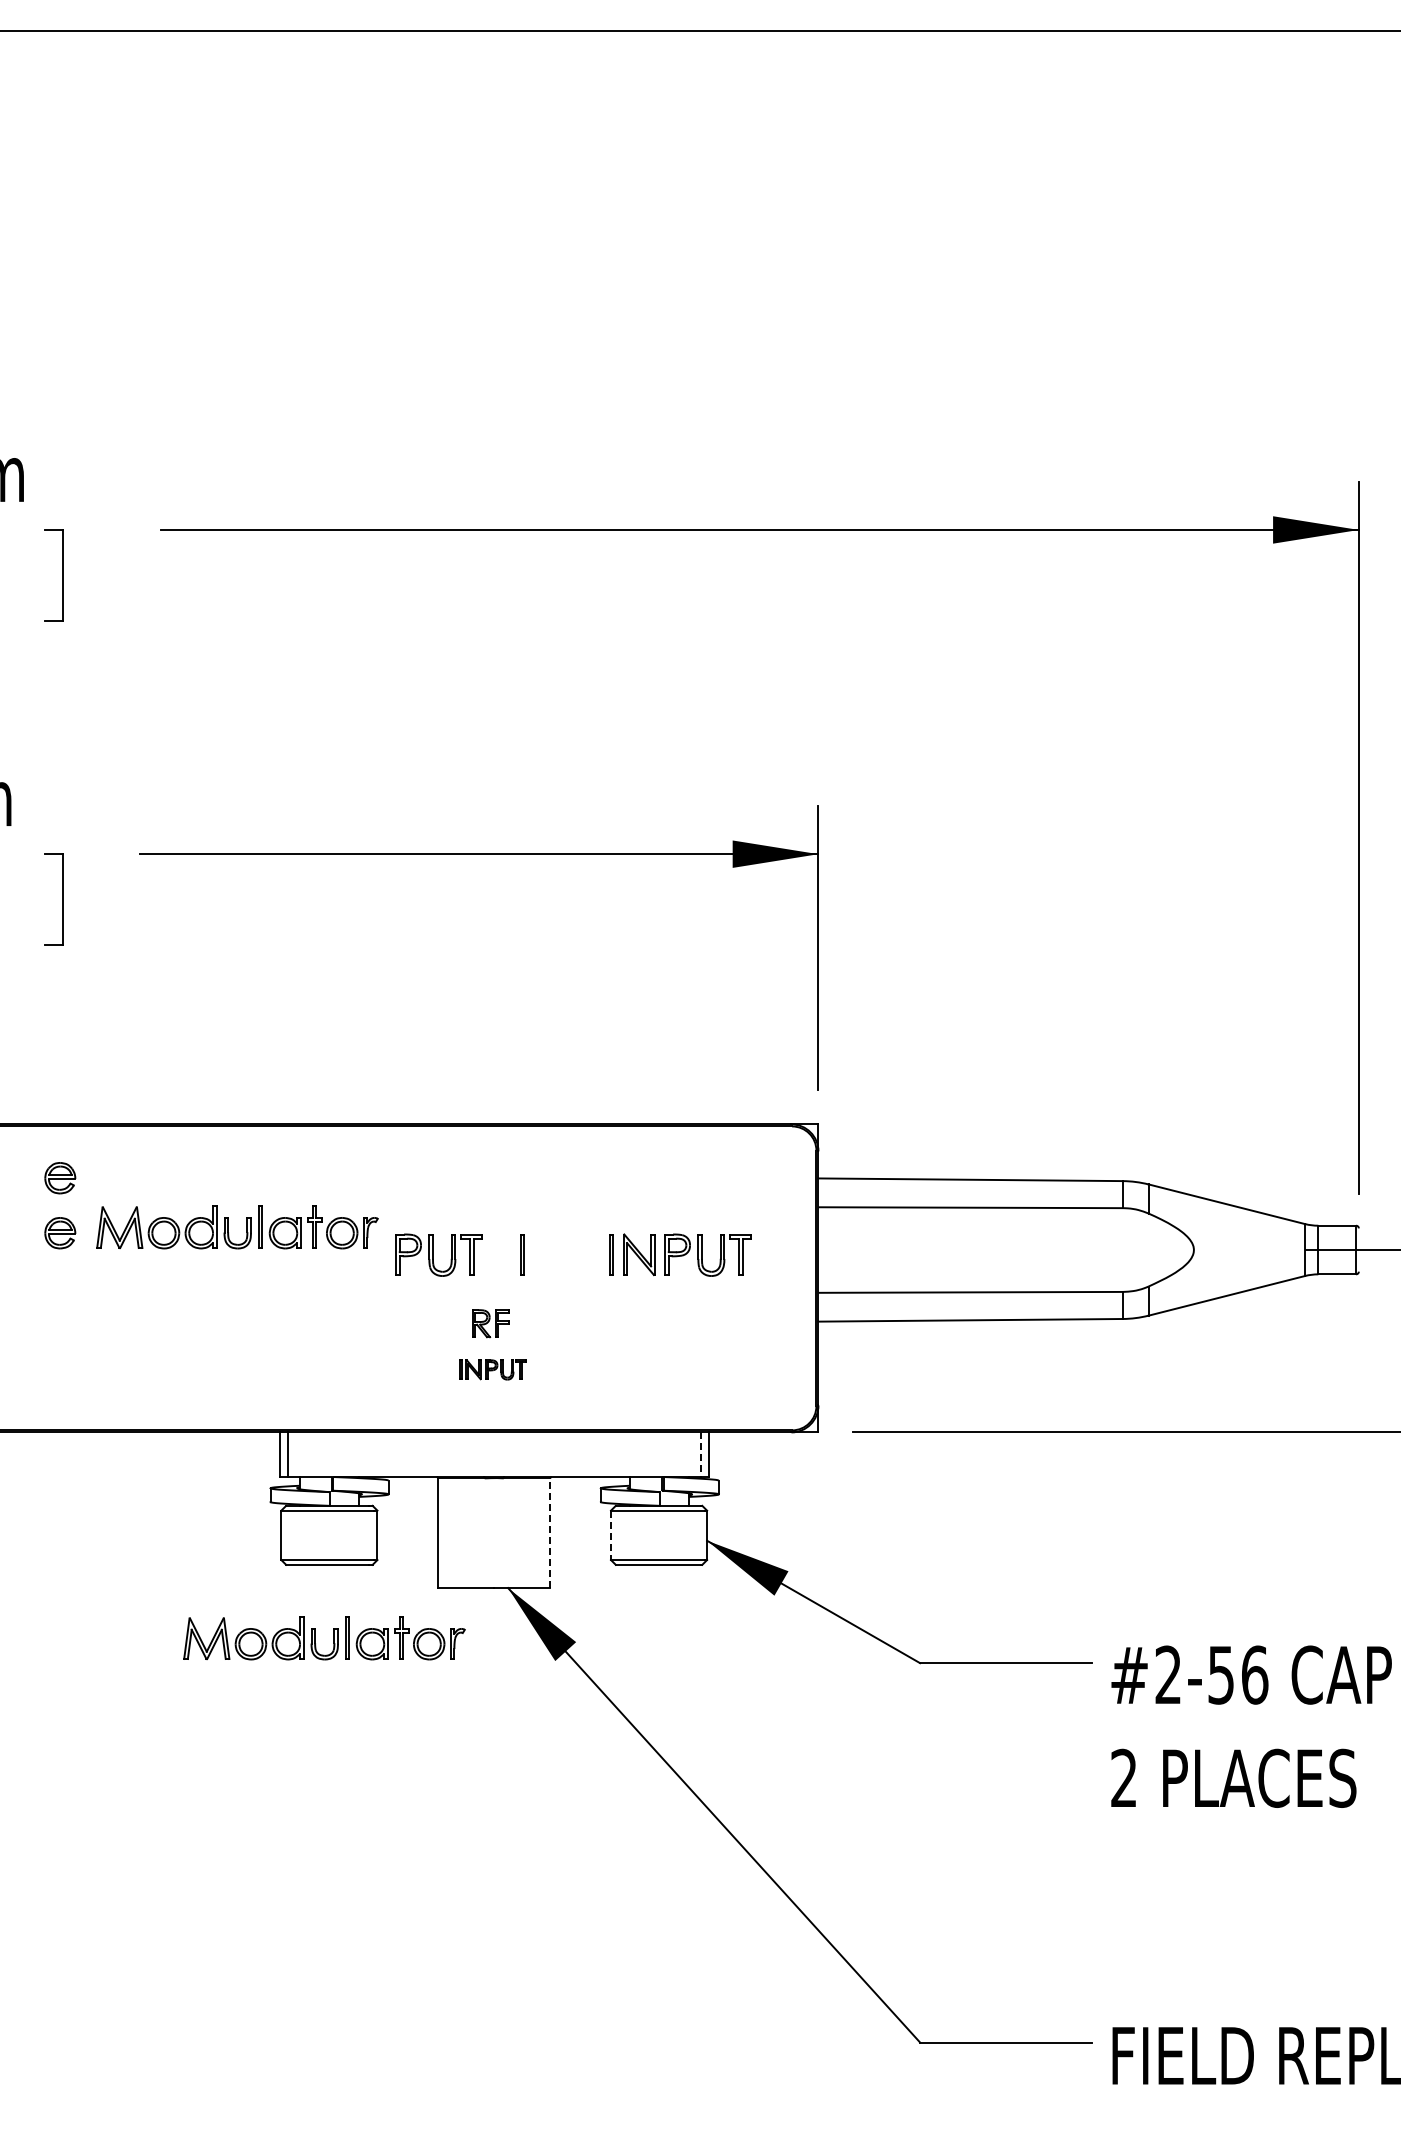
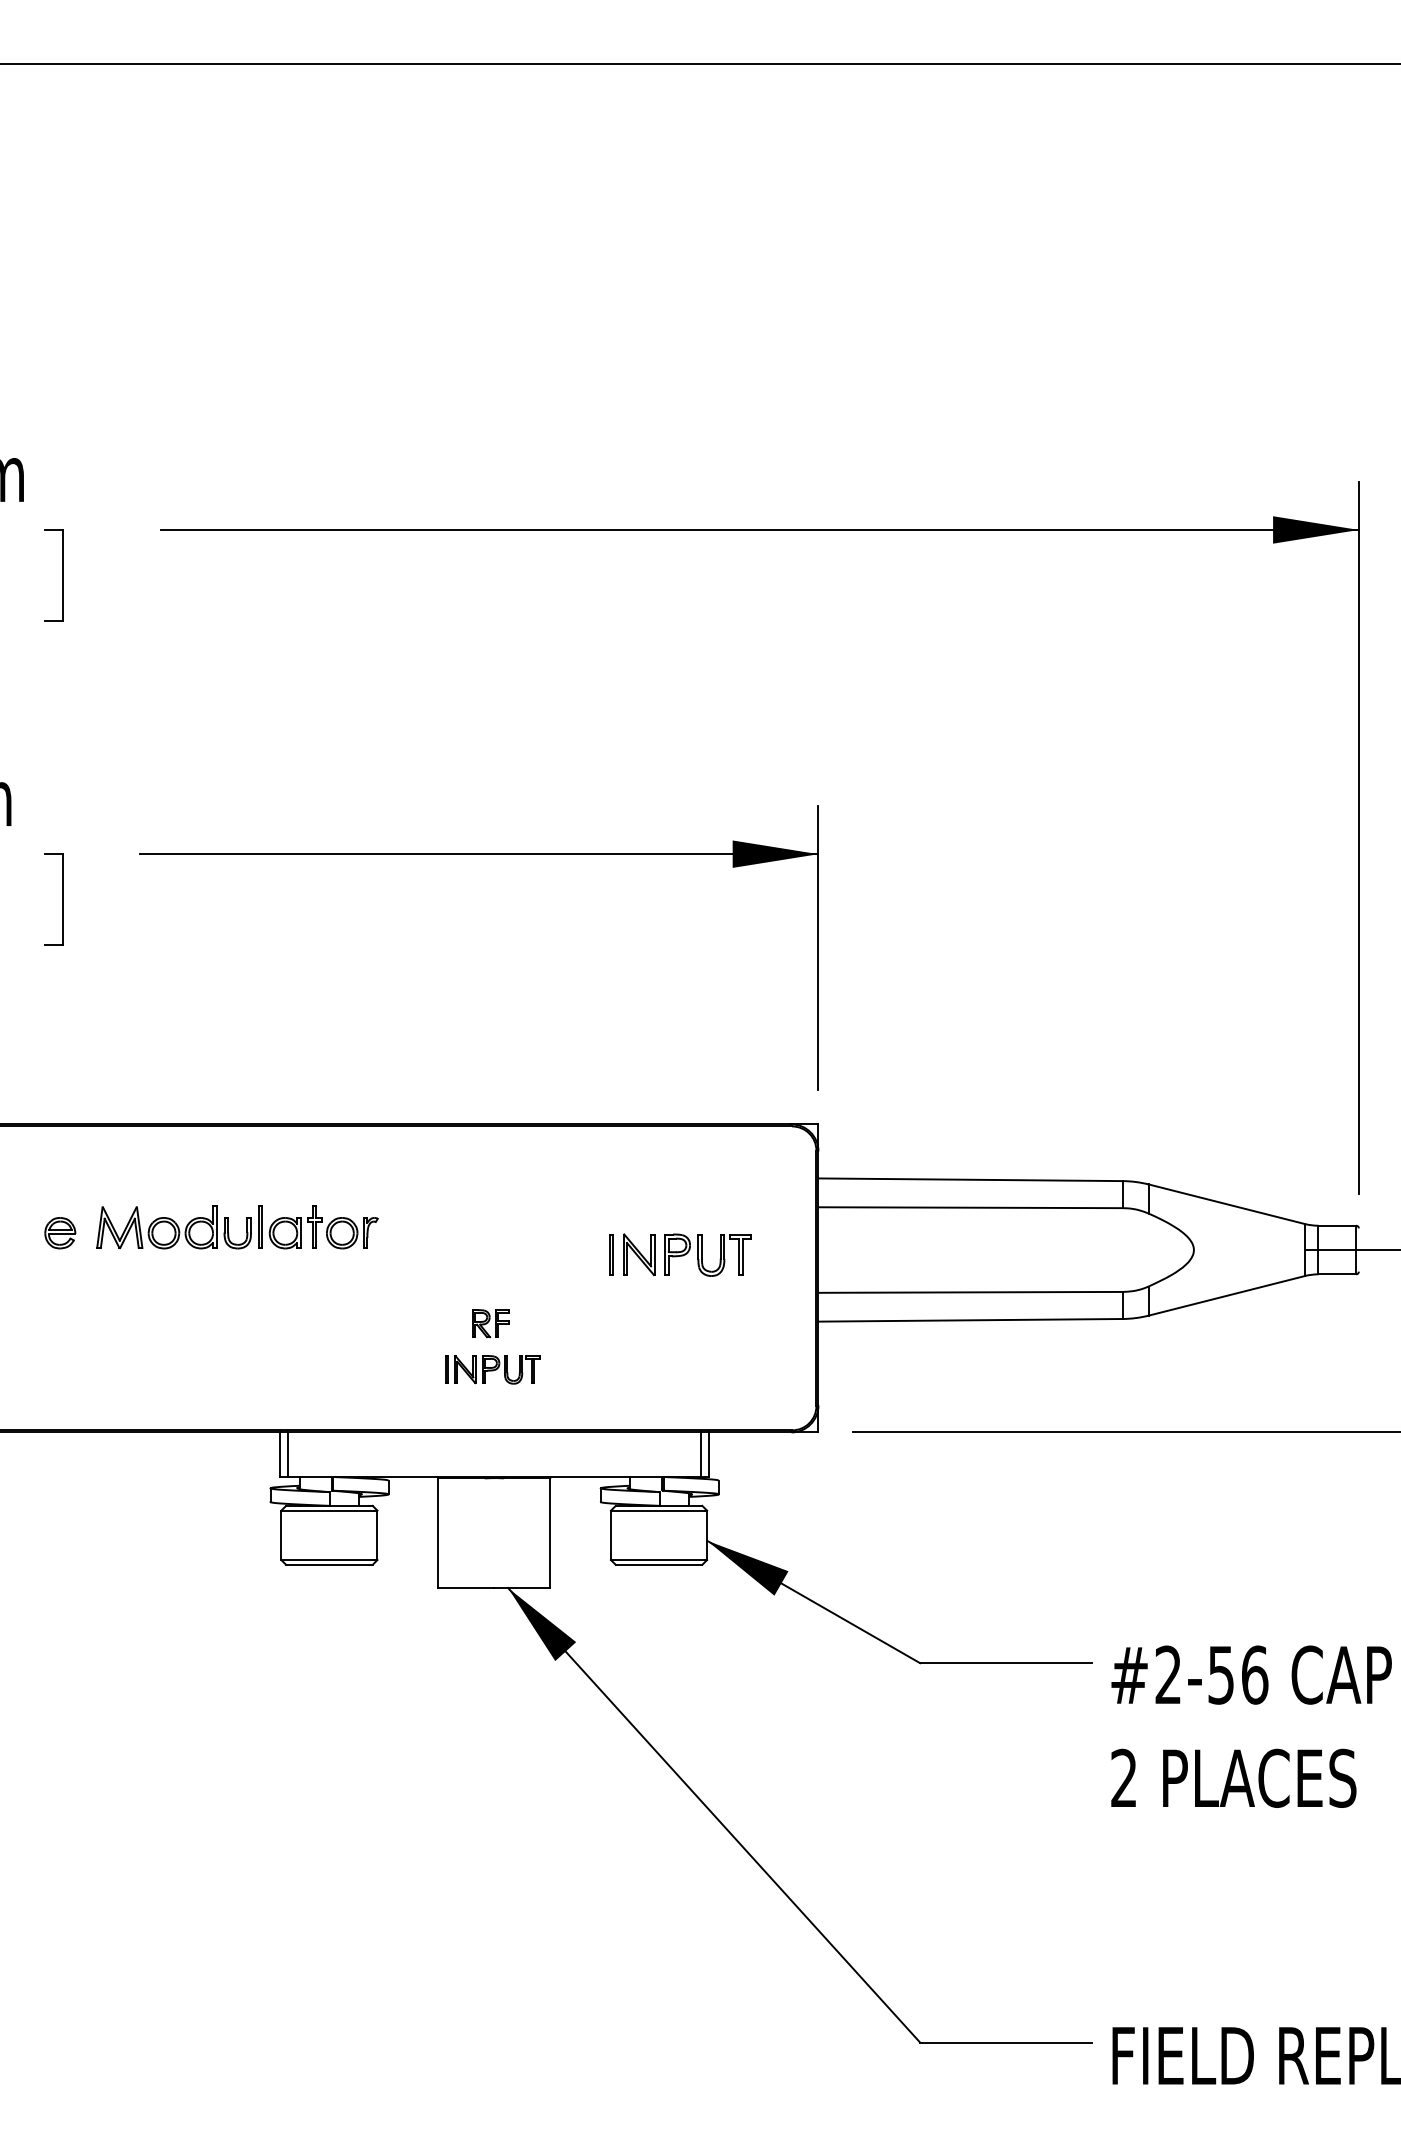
line at (699, 31) position: (699, 31) -> (699, 64)
part at (60, 1178): present -> none
part at (438, 1254): present -> none
line at (521, 1254): present -> none
part at (492, 1369) size: 68x22 px -> 96x30 px
line at (700, 1455): dashed -> solid
line at (550, 1533): dashed -> solid
line at (611, 1535): dashed -> solid
part at (315, 1638): present -> none
